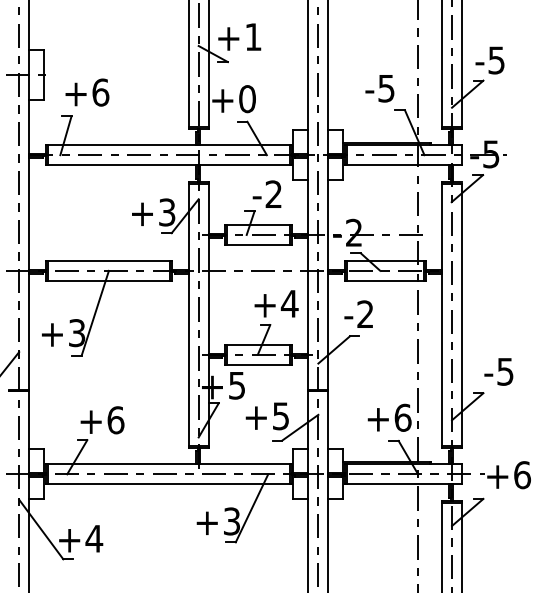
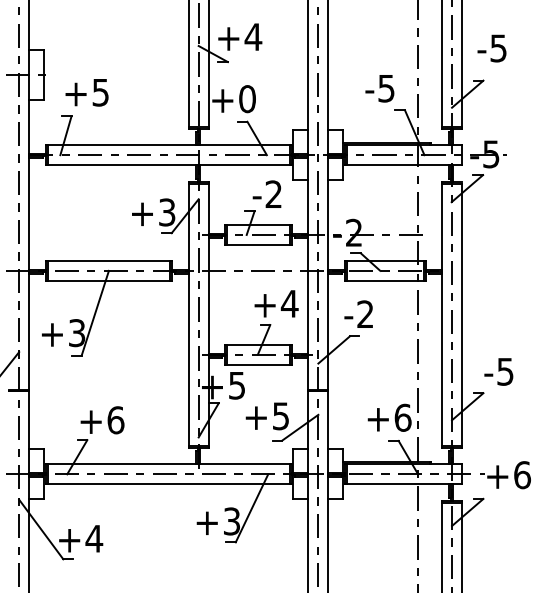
text at (253, 36): +1 -> +4
text at (489, 60) position: (489, 60) -> (491, 48)
text at (100, 92): +6 -> +5
